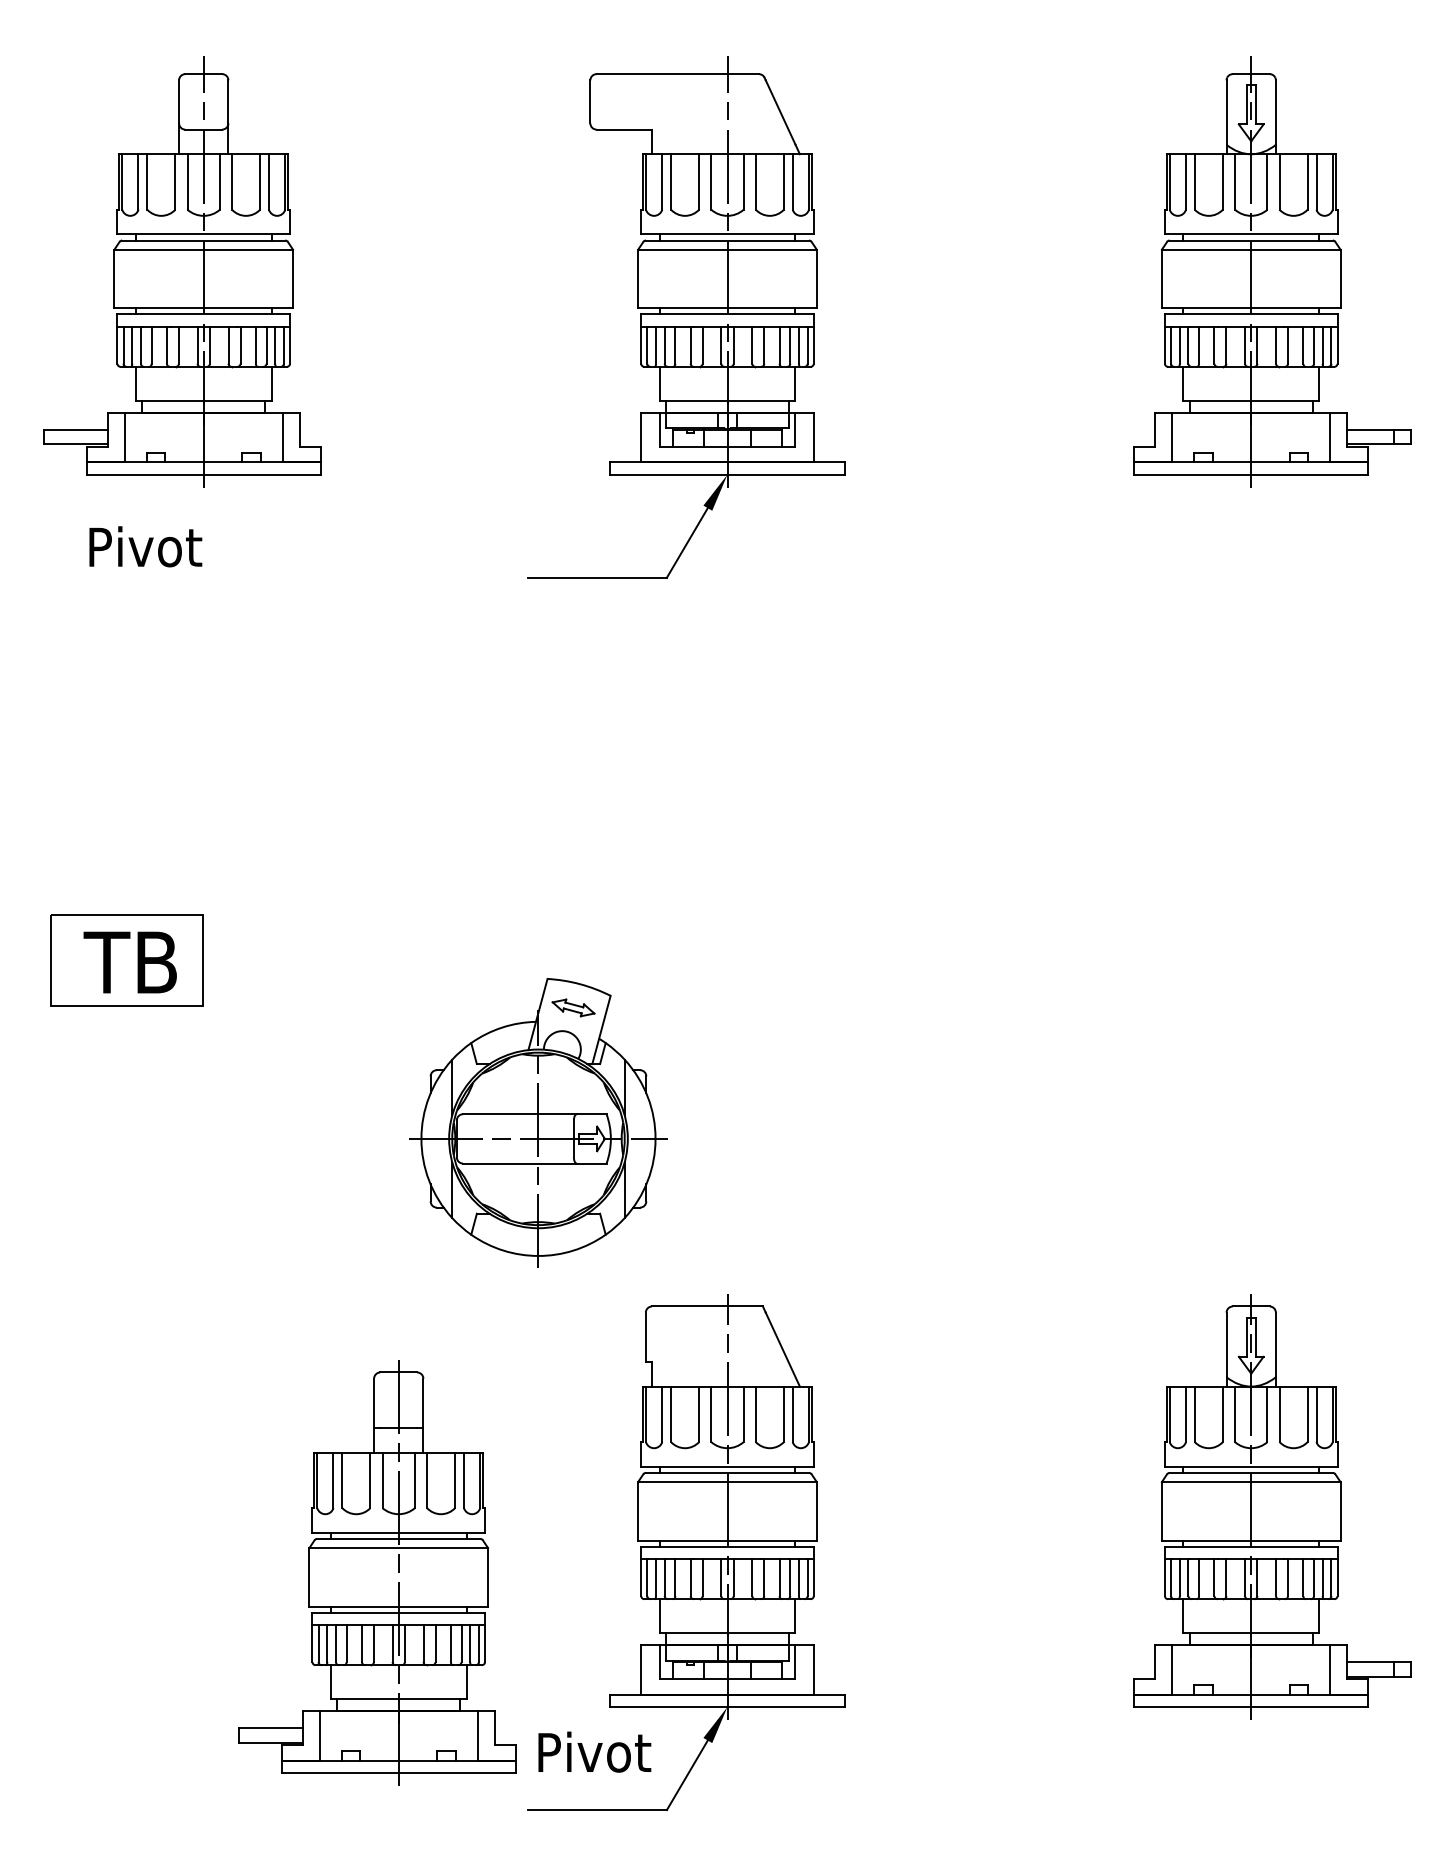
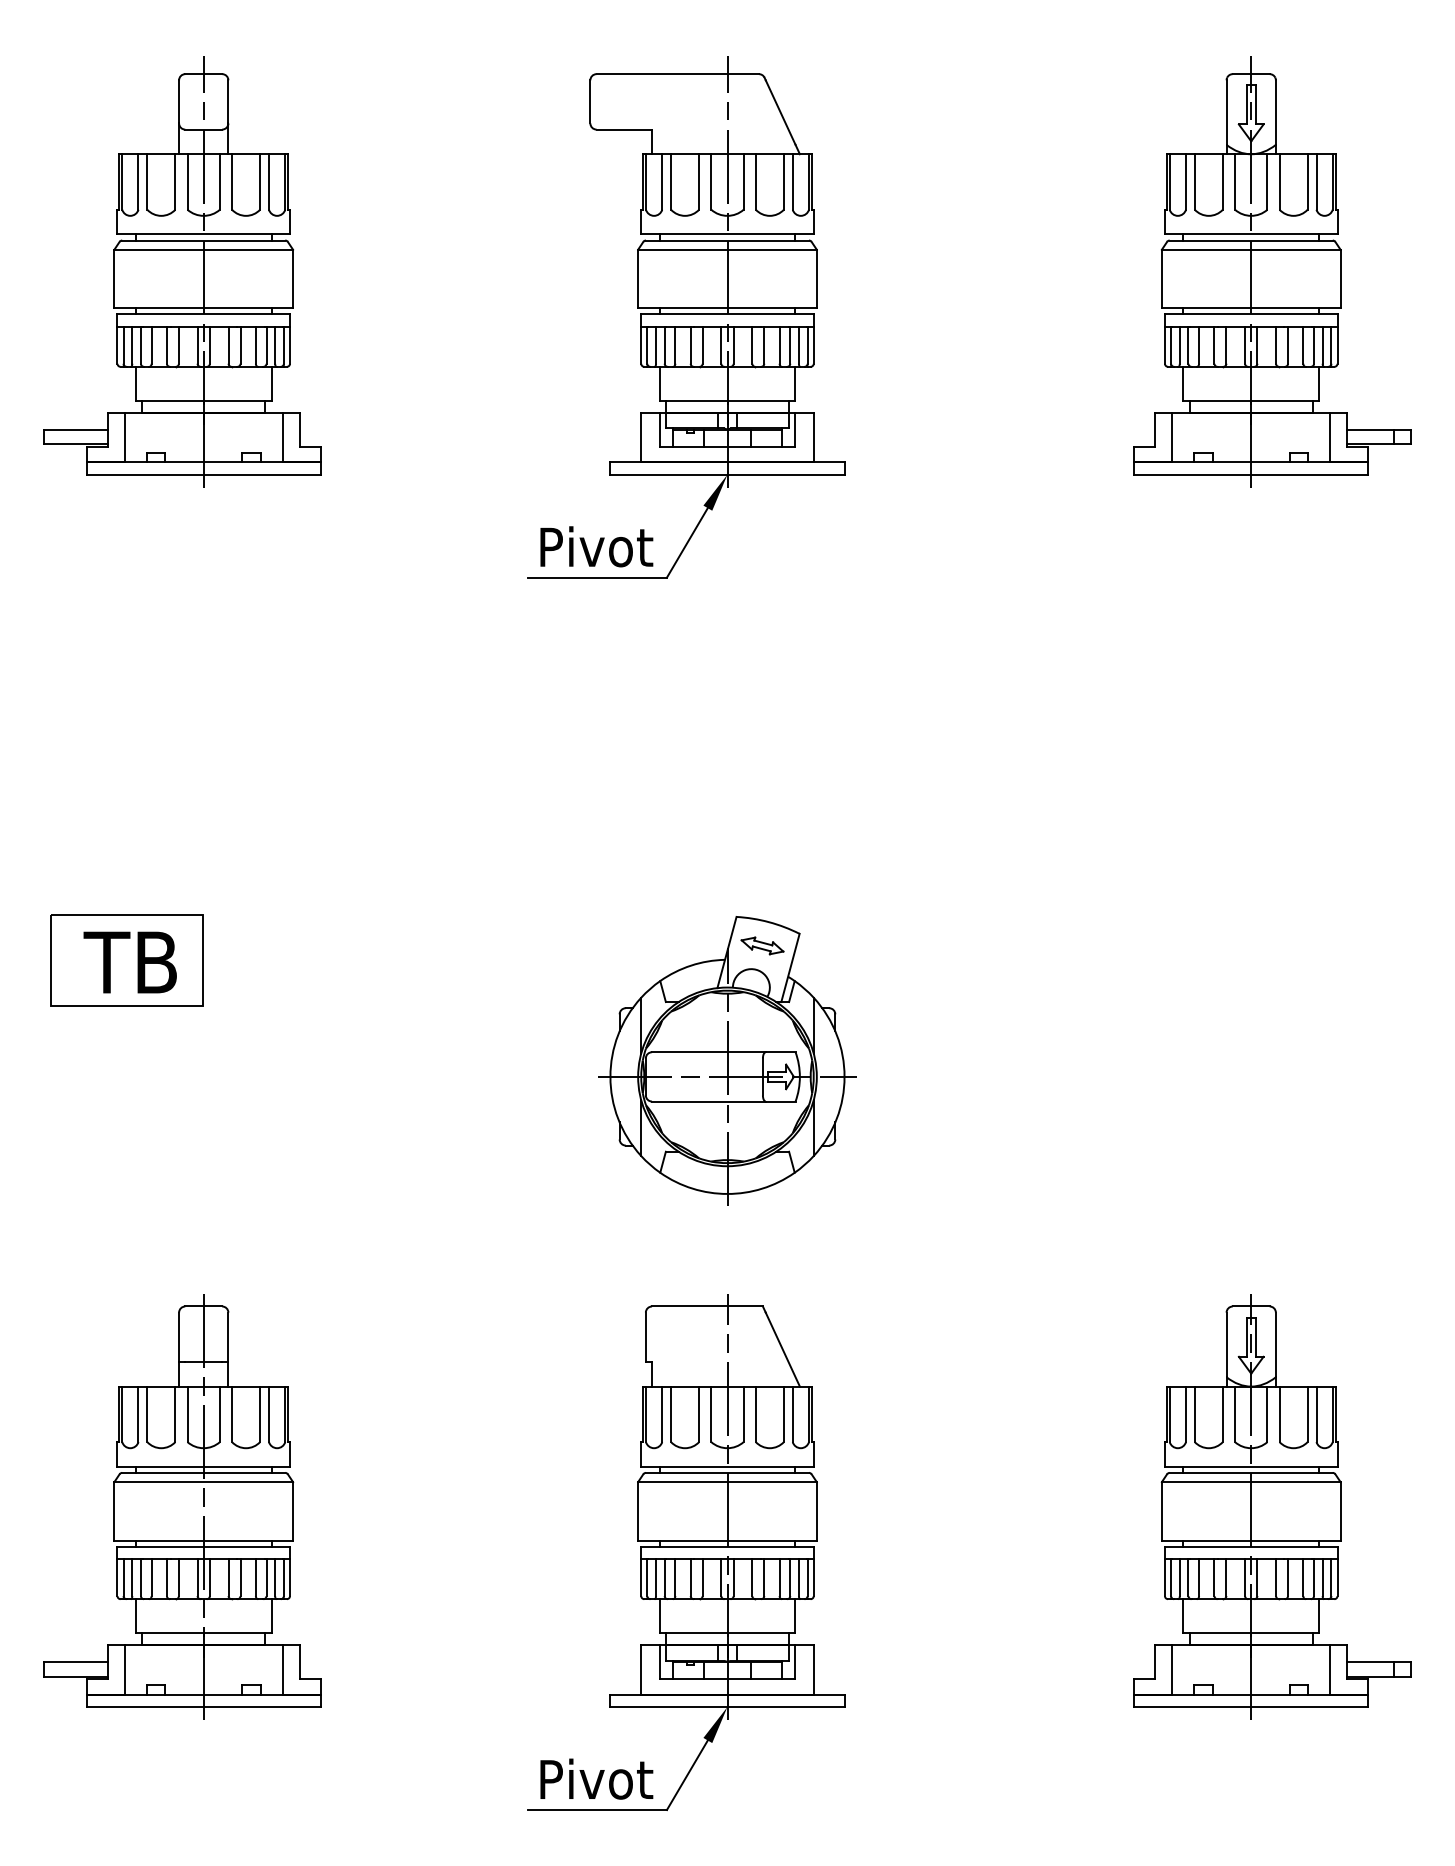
text at (145, 546) position: (145, 546) -> (596, 546)
part at (538, 1122) position: (538, 1122) -> (727, 1060)
part at (377, 1572) position: (377, 1572) -> (182, 1506)
text at (594, 1751) position: (594, 1751) -> (596, 1778)
